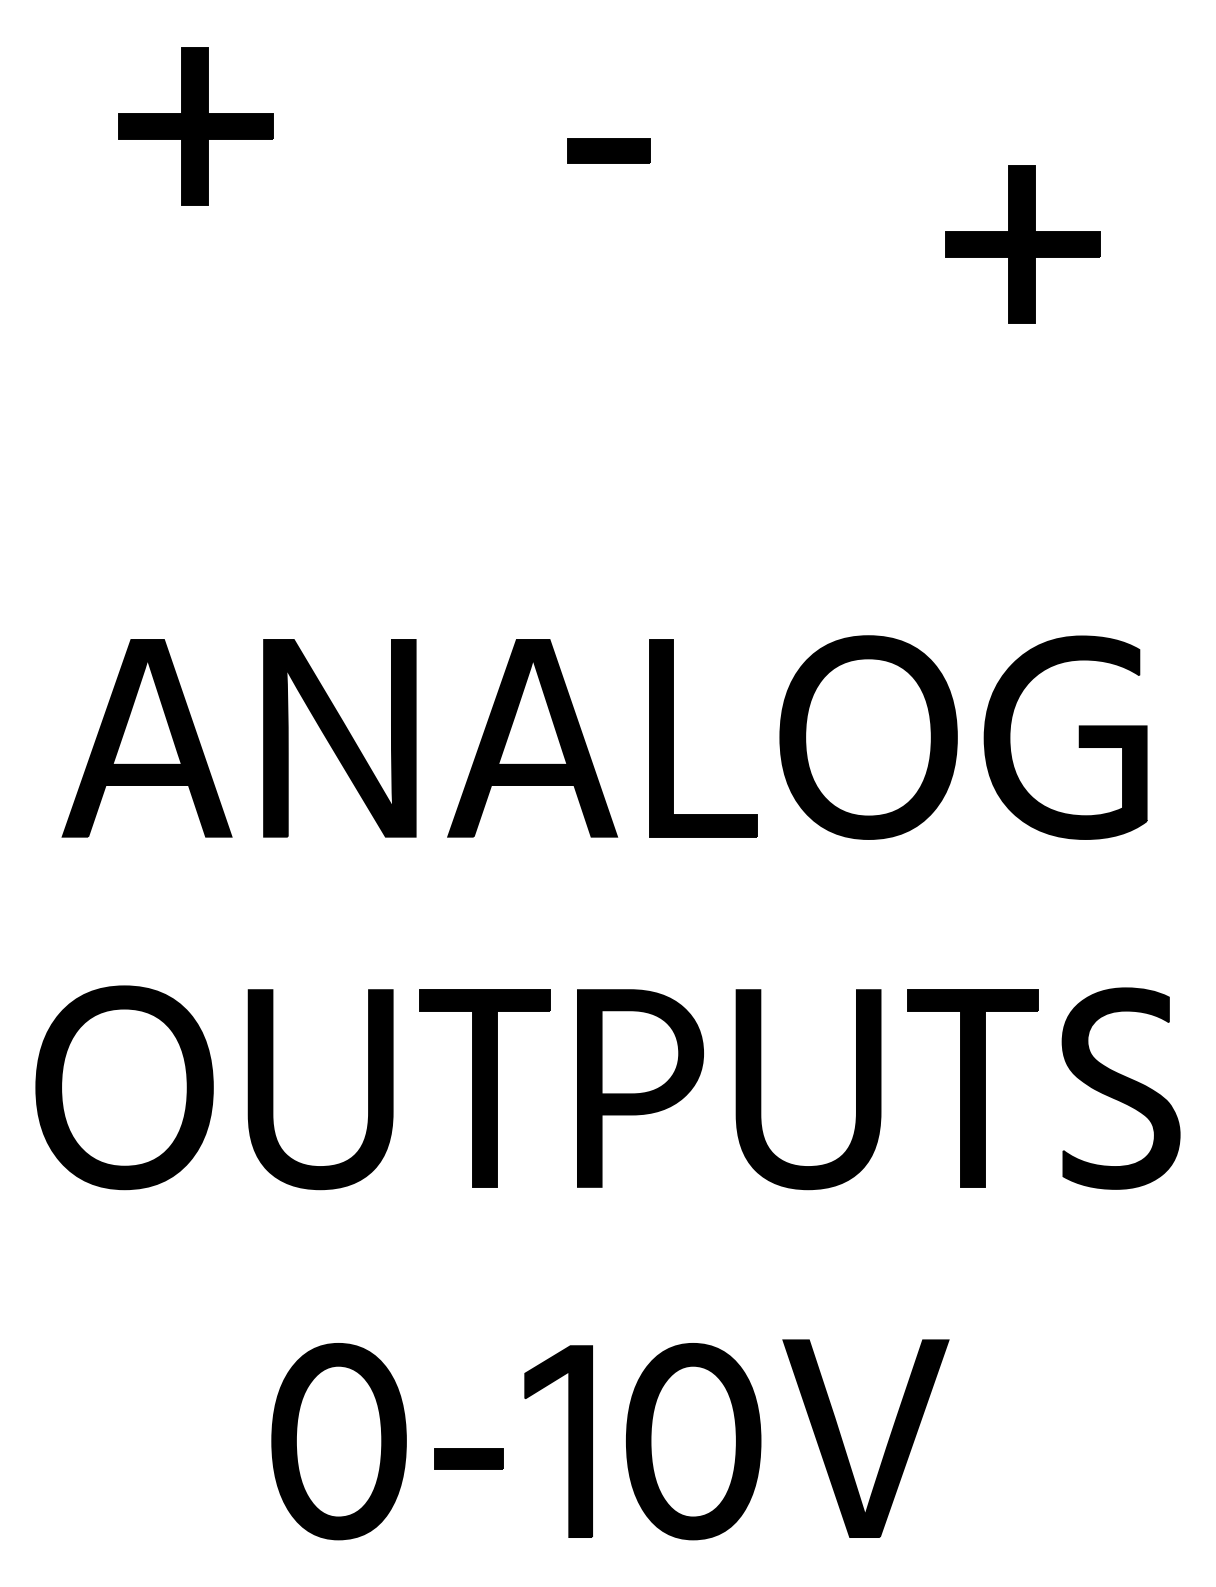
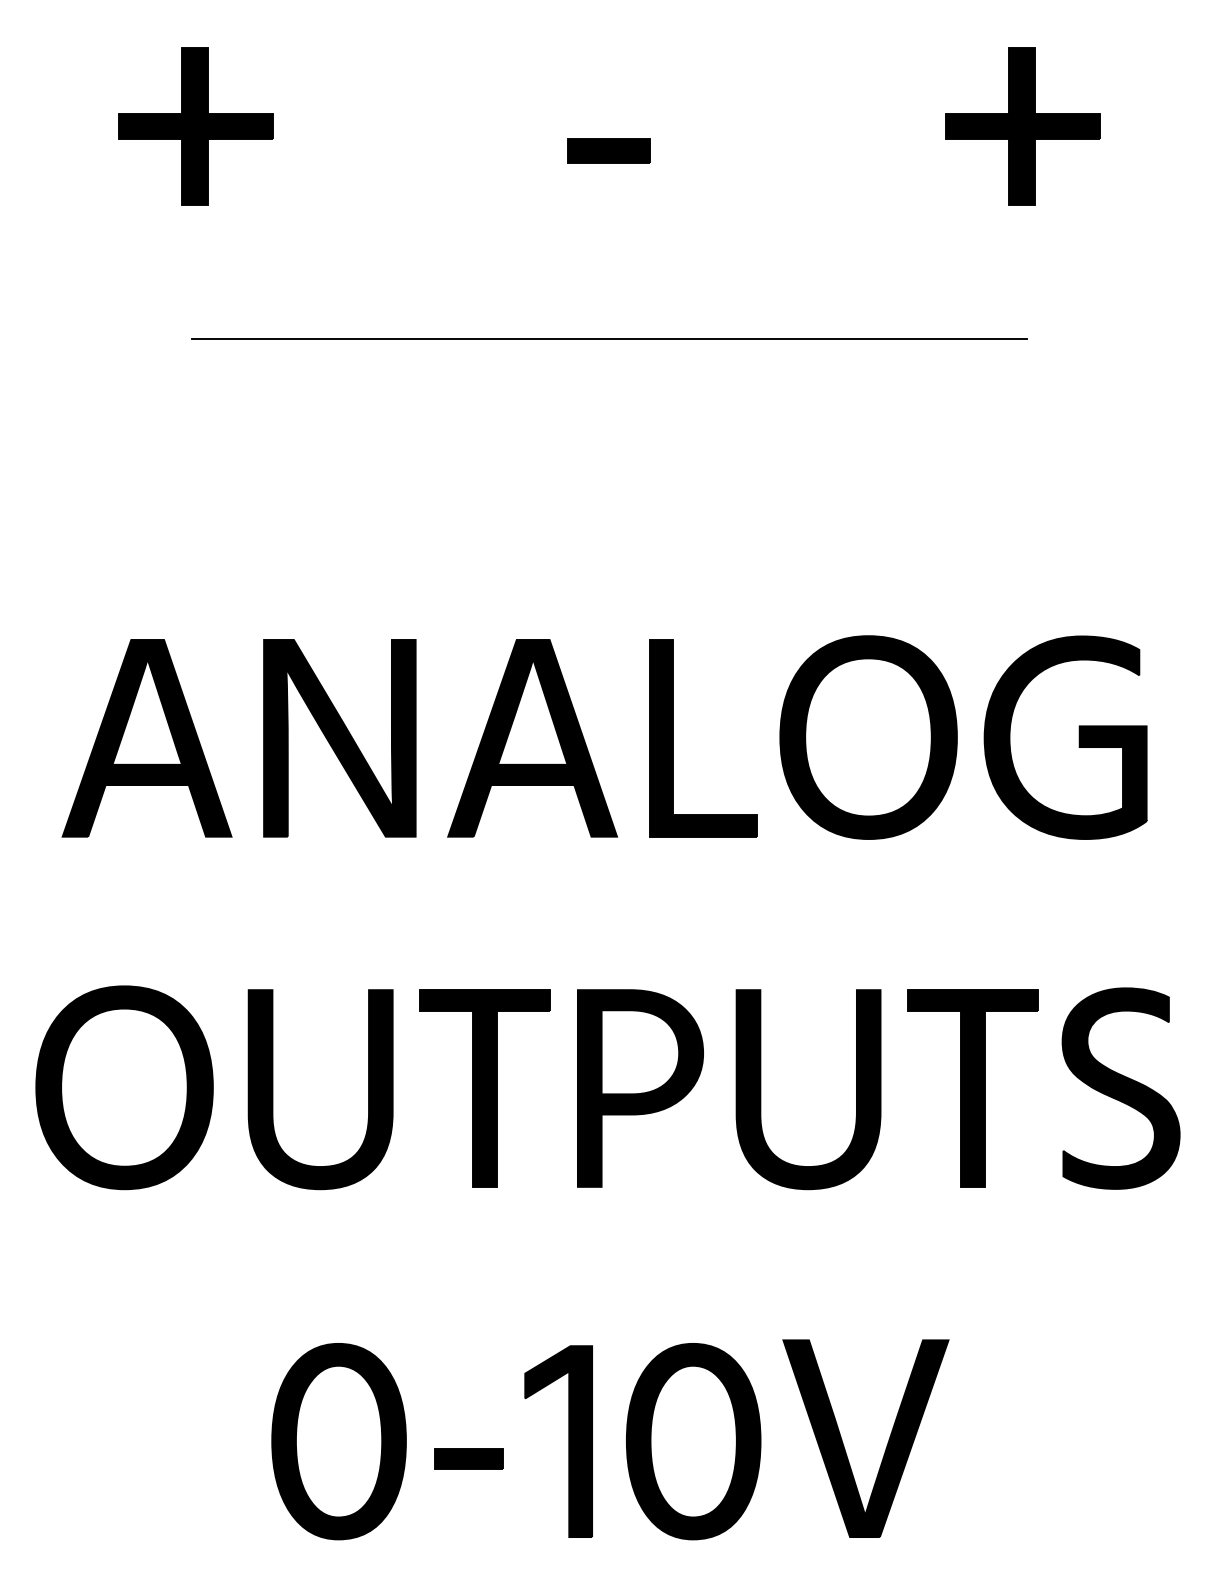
part at (1022, 244) position: (1022, 244) -> (1022, 126)
line at (609, 339): none -> present
